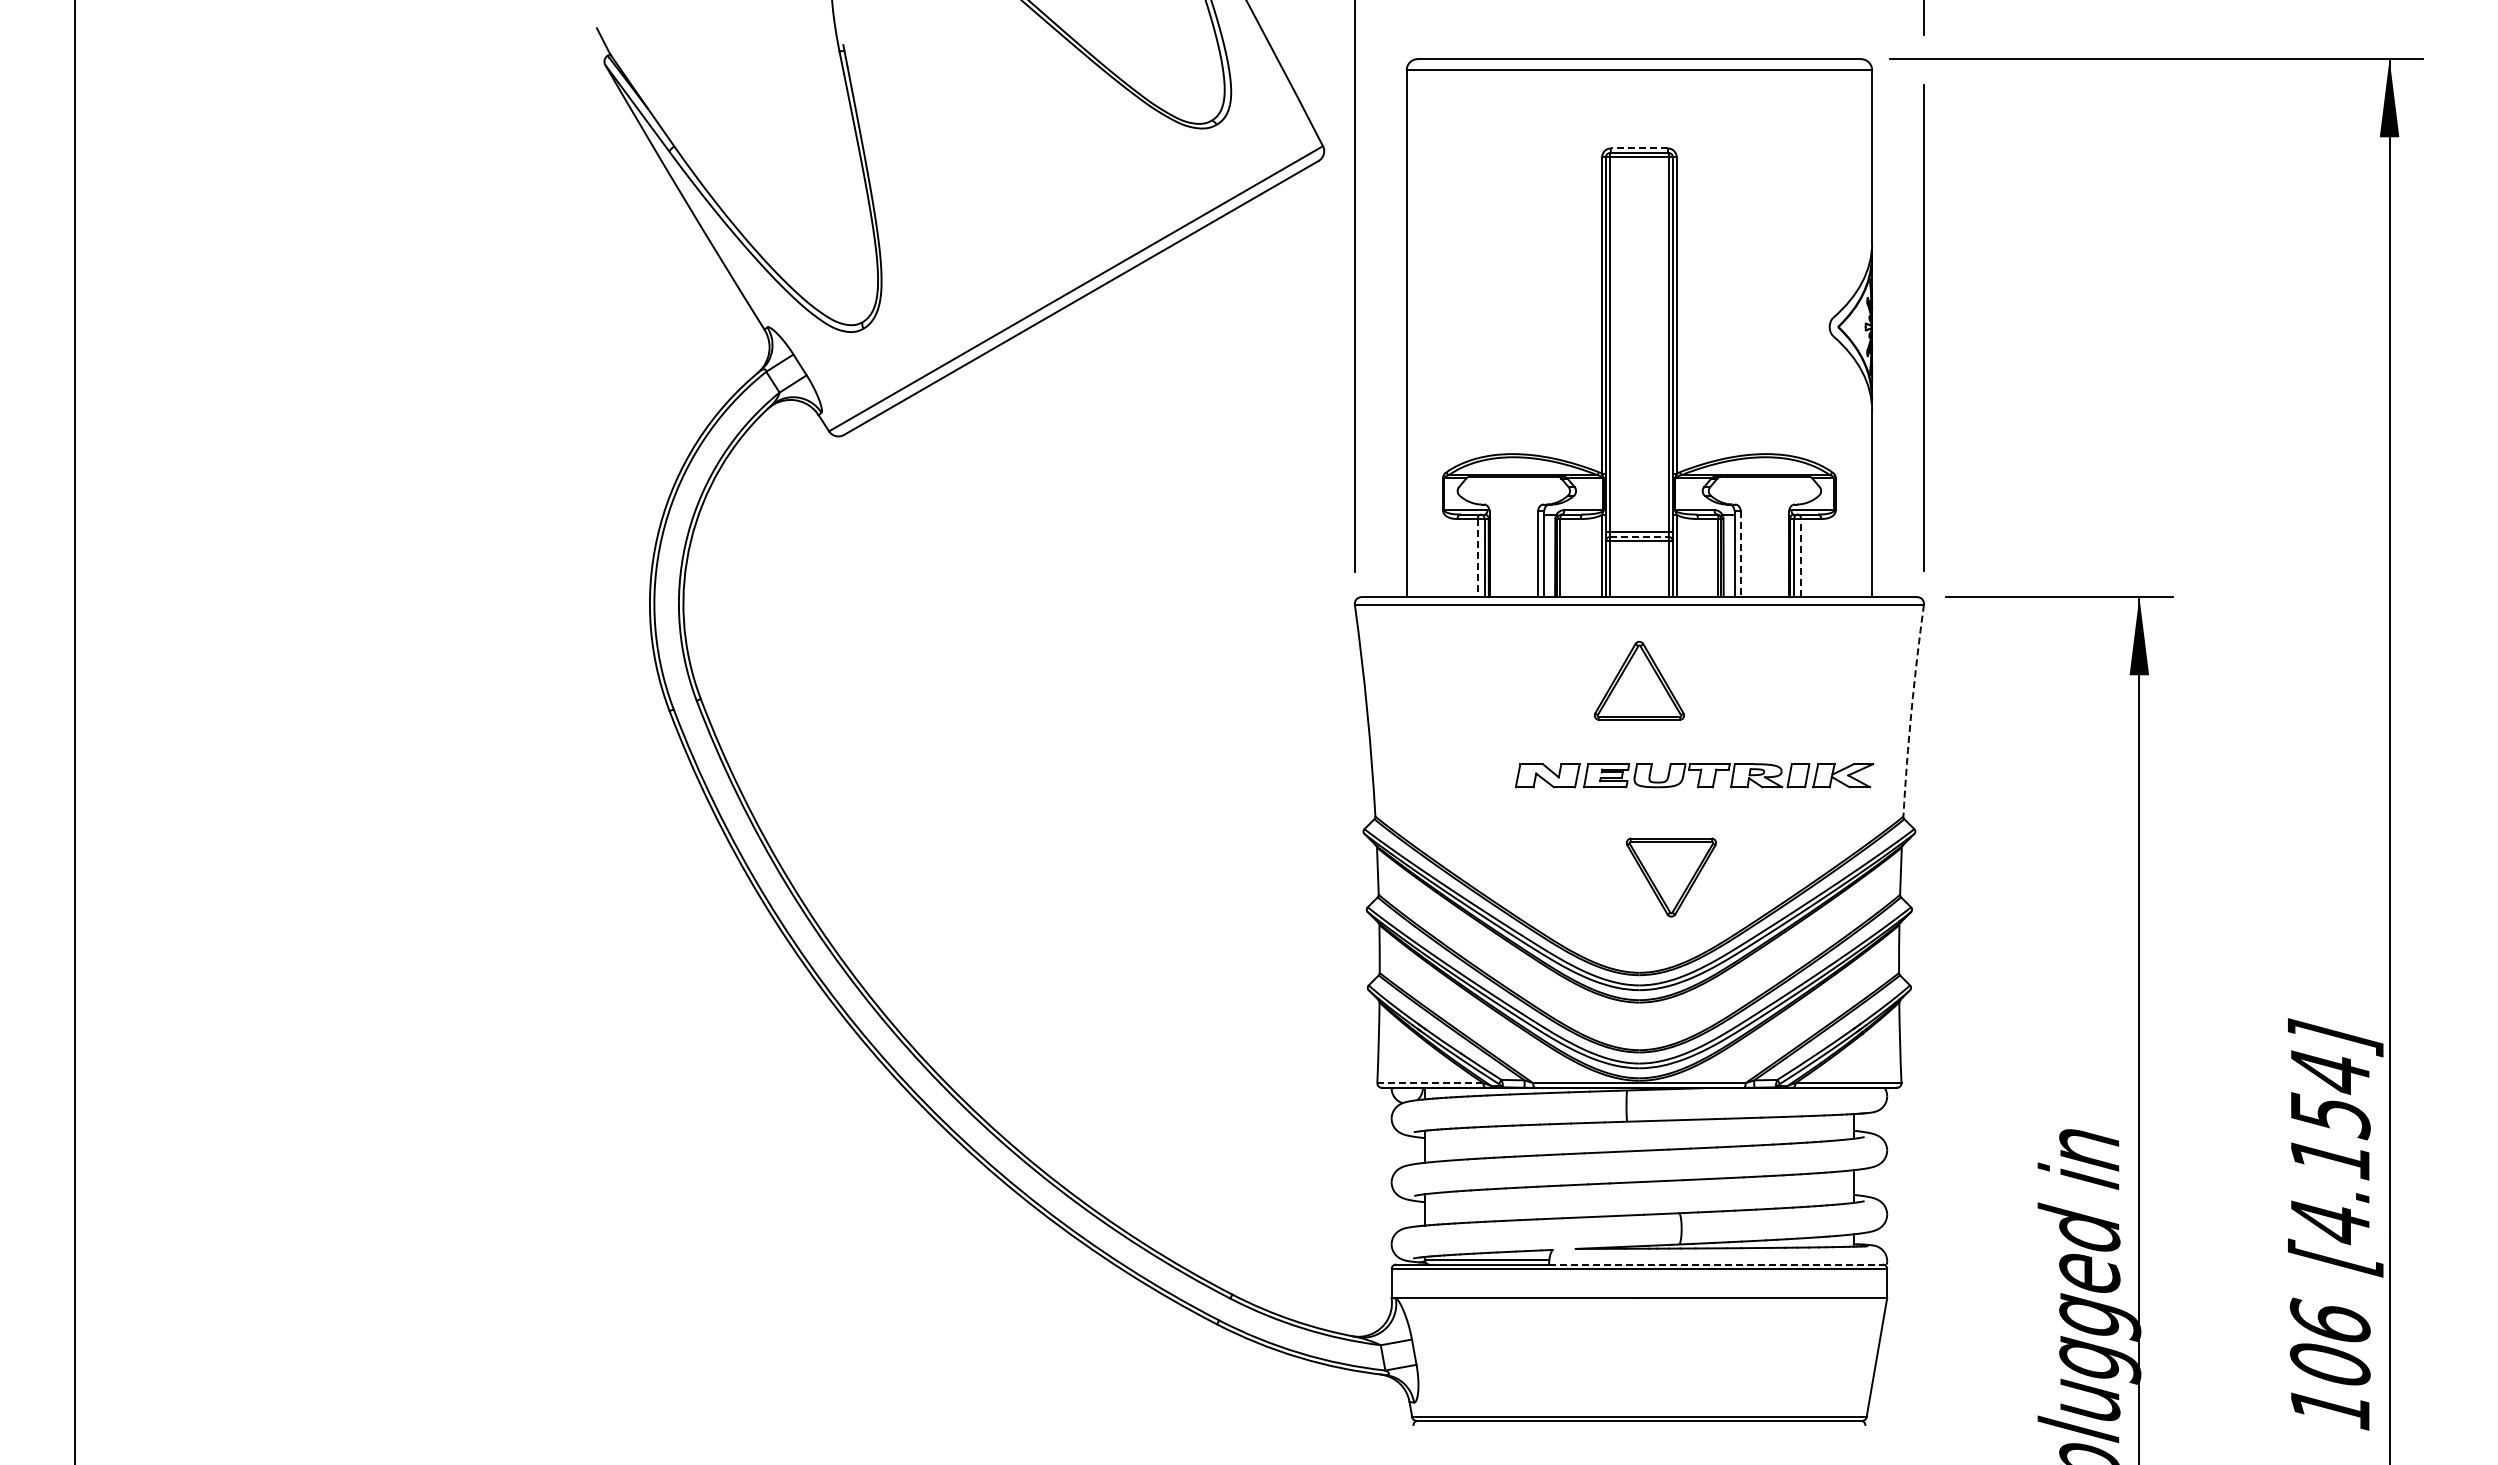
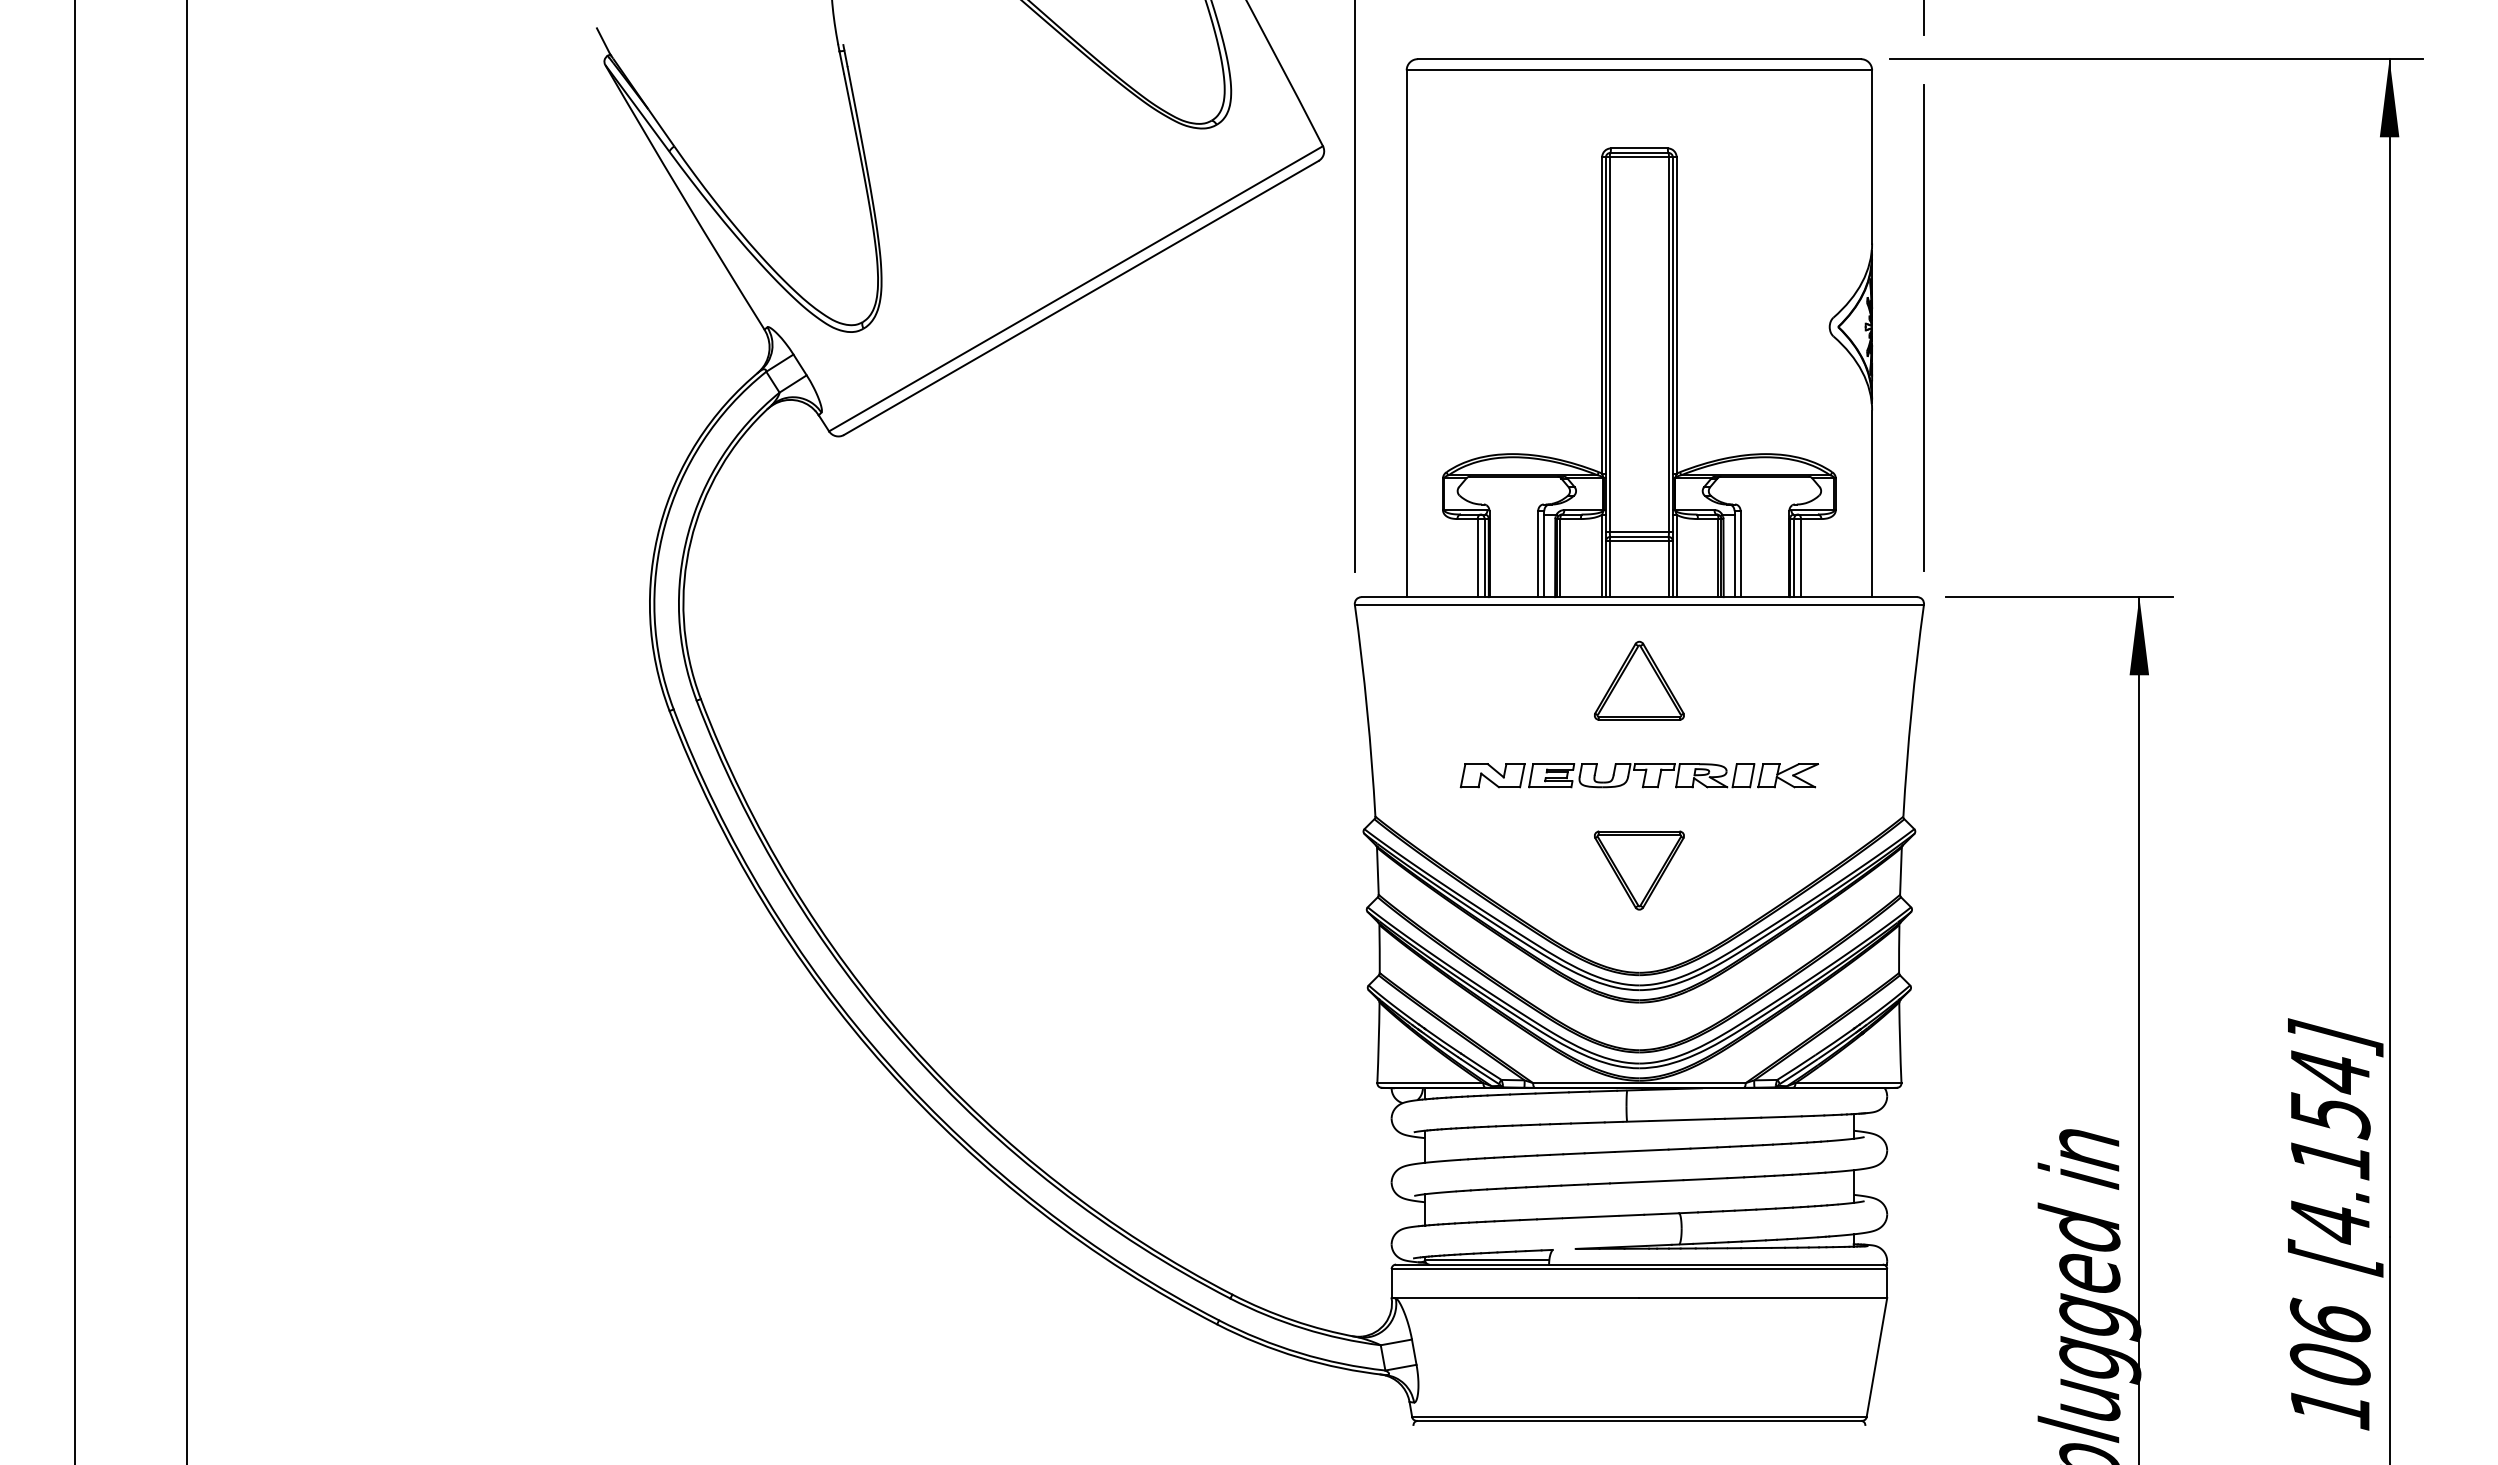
line at (1638, 148): dashed -> solid
line at (1639, 536): dashed -> solid
line at (1740, 554): dashed -> solid
line at (1801, 557): dashed -> solid
line at (1477, 558): dashed -> solid
arc at (1911, 710): dashed -> solid
line at (186, 731): none -> present
part at (1693, 775) position: (1693, 775) -> (1638, 775)
part at (1671, 877) position: (1671, 877) -> (1639, 870)
line at (1430, 1083): dashed -> solid
line at (1717, 1264): dashed -> solid
